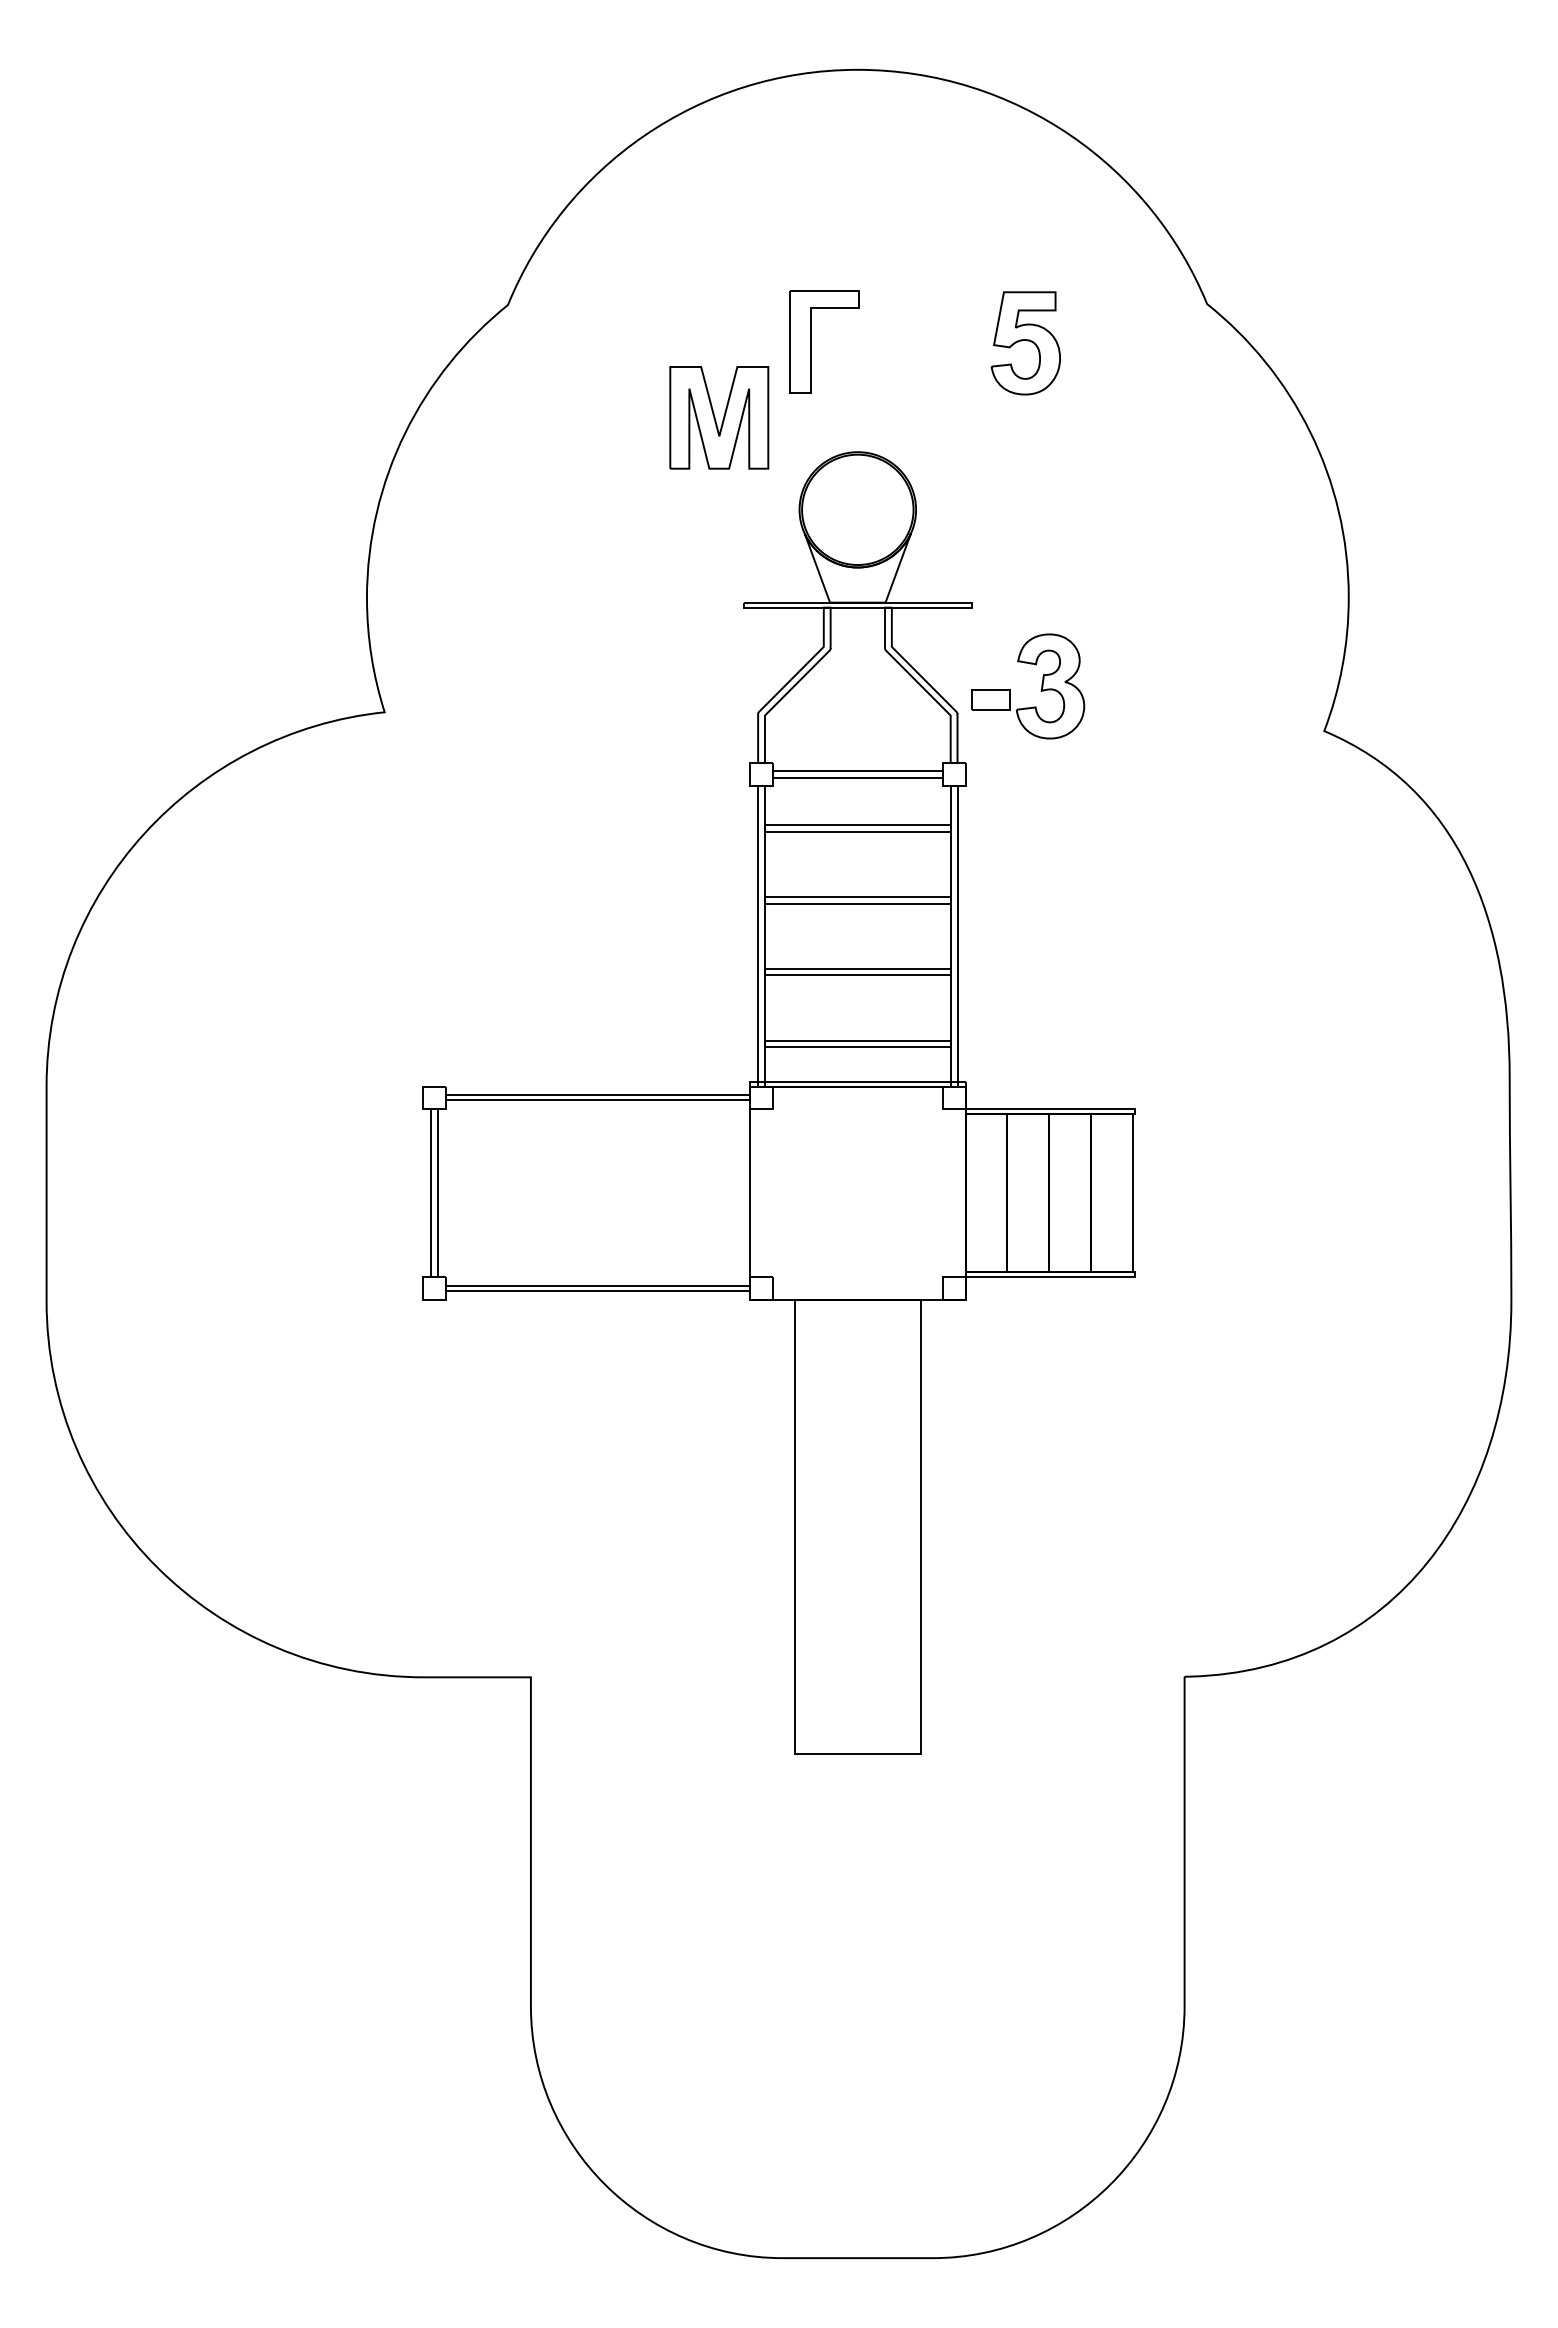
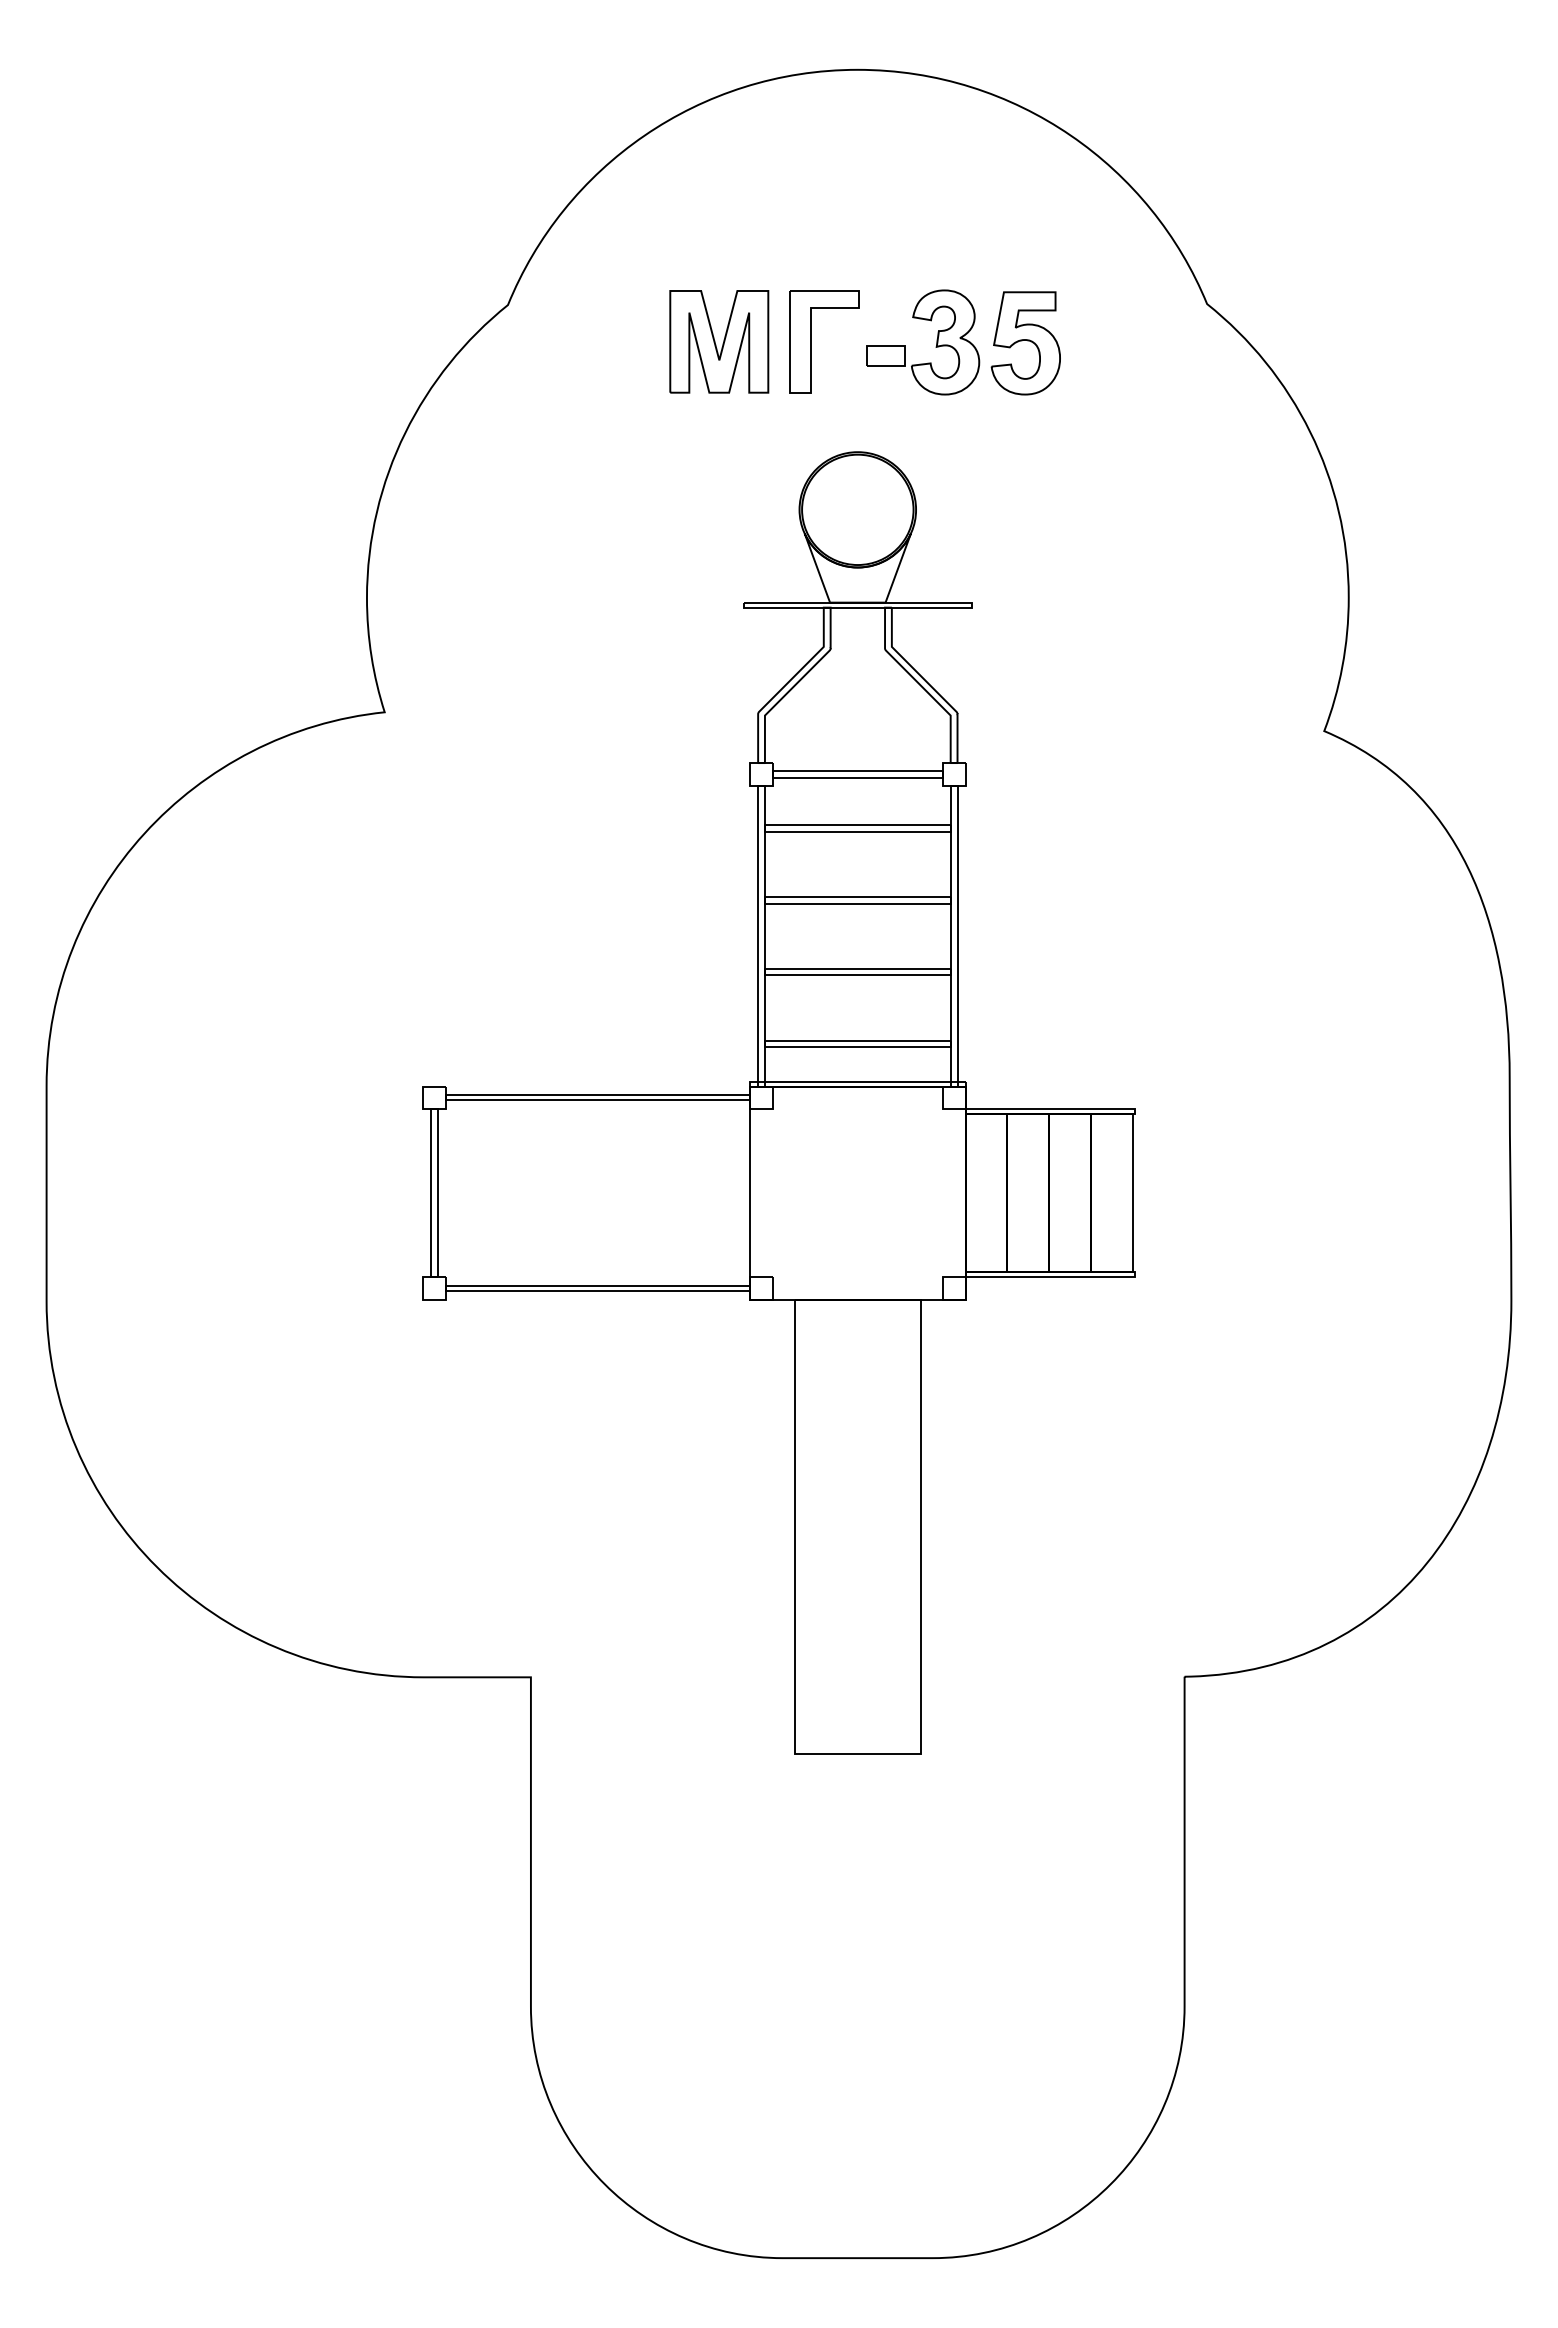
part at (719, 417) position: (719, 417) -> (719, 341)
part at (1040, 690) position: (1040, 690) -> (935, 346)
